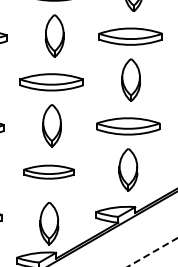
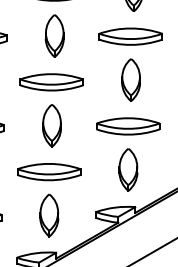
part at (48, 171) size: 52x16 px -> 65x19 px
part at (49, 223) position: (49, 223) -> (49, 215)
line at (152, 252): dashed -> solid
